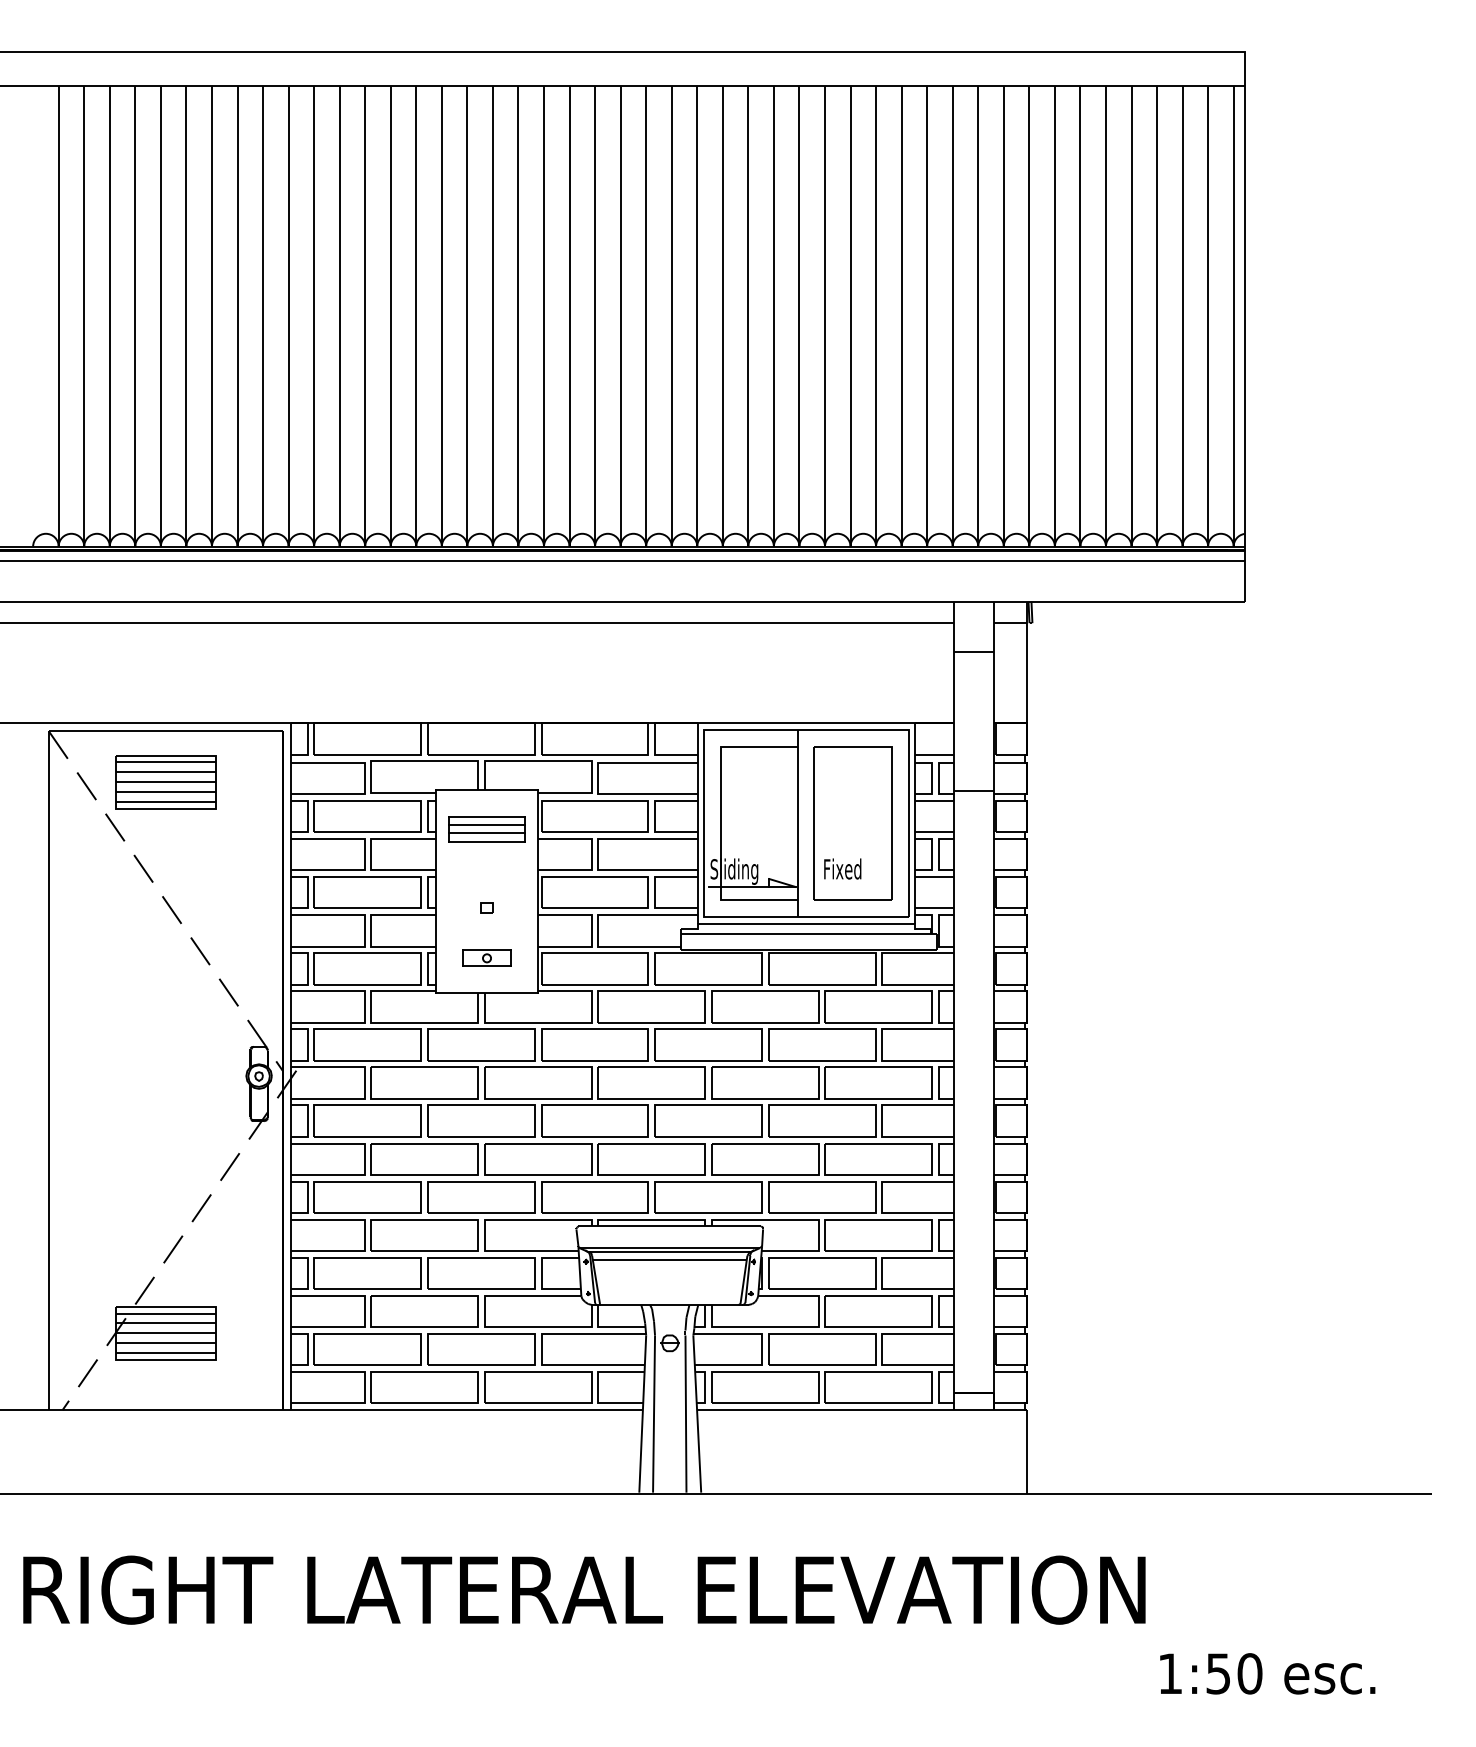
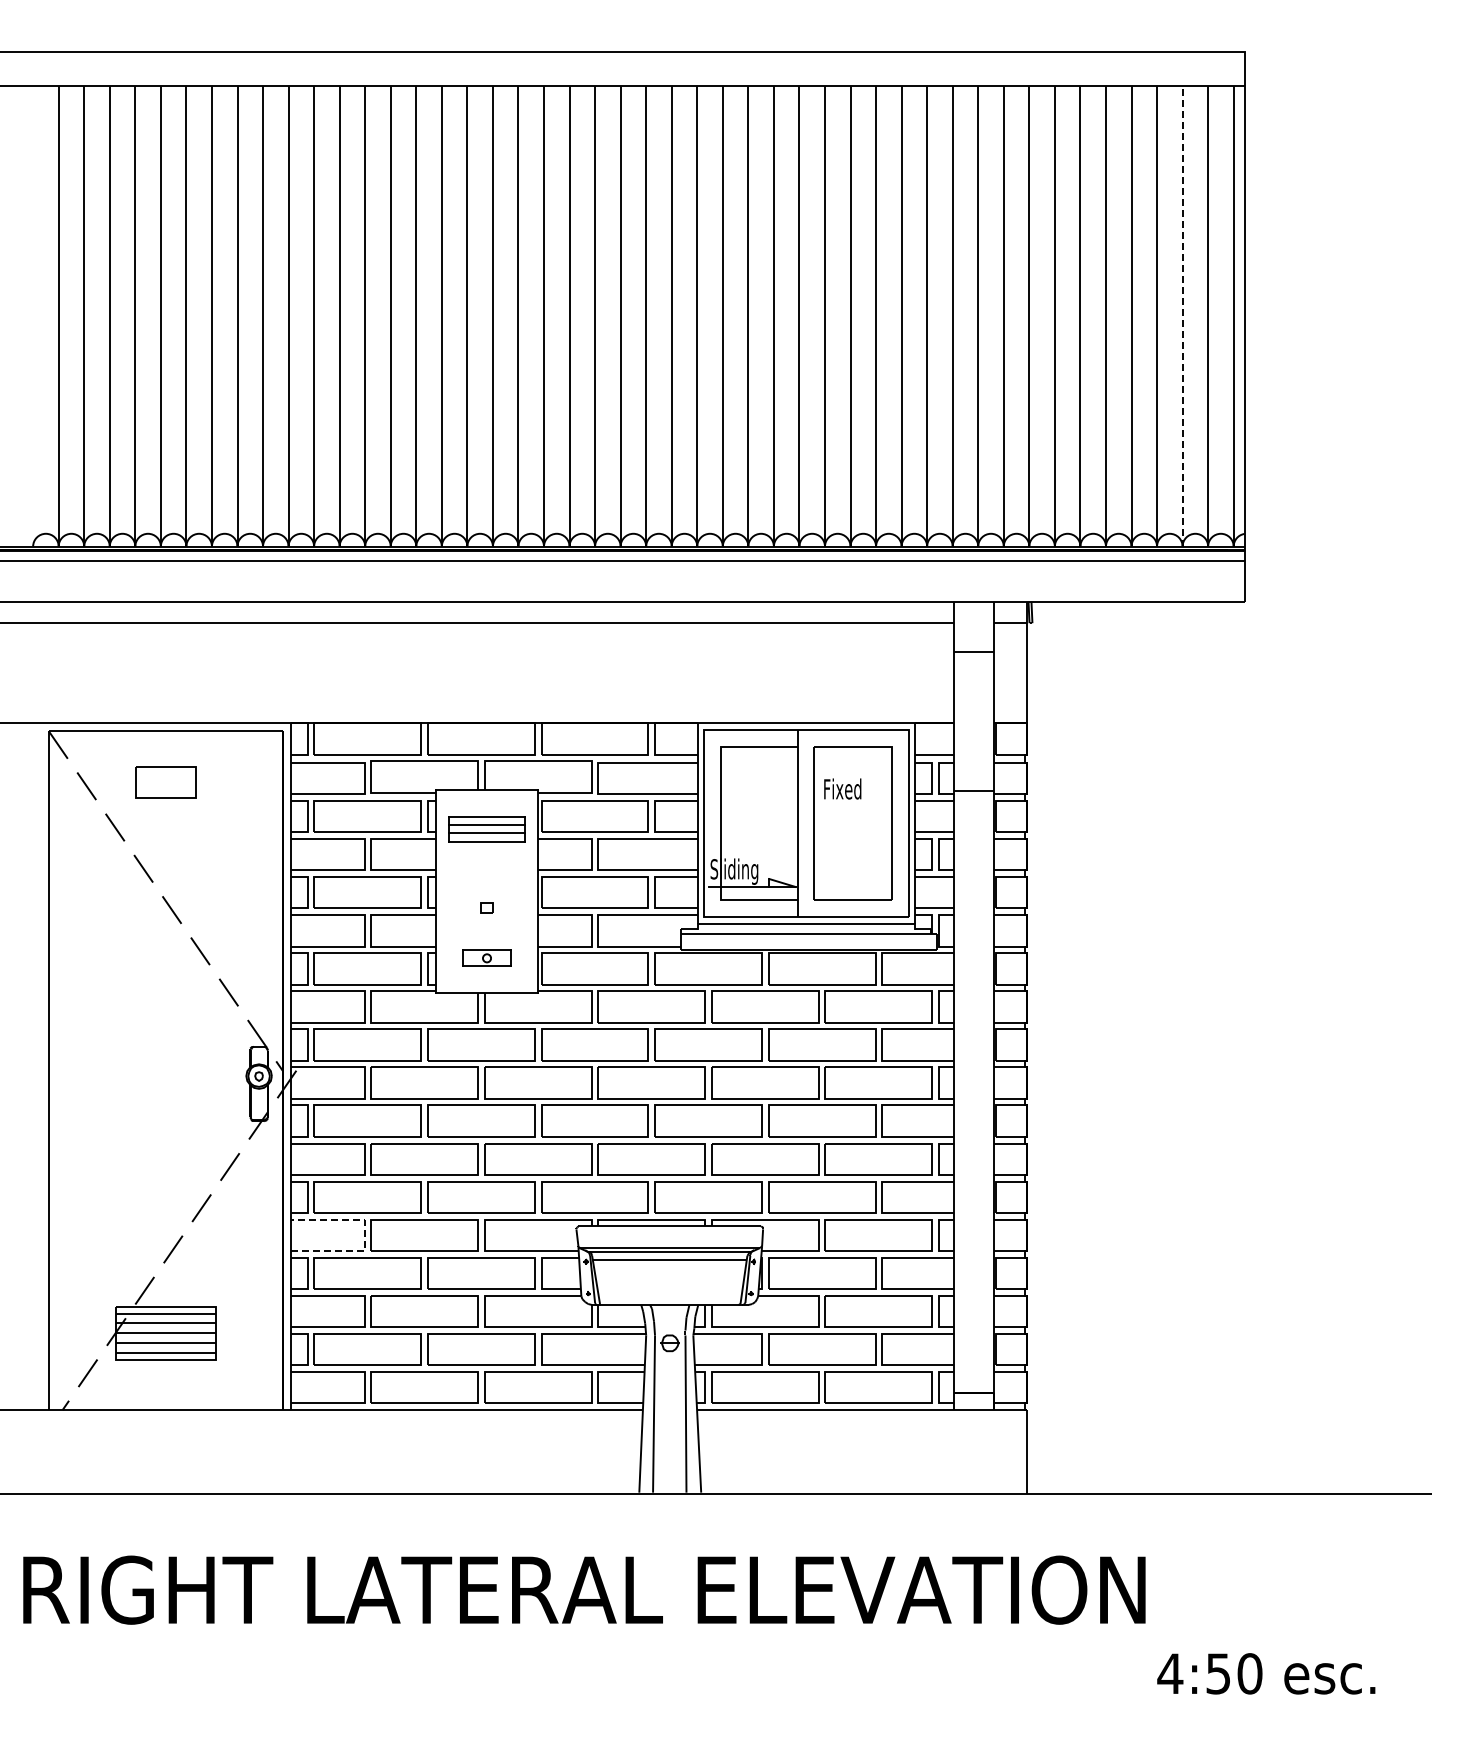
line at (1182, 315): solid -> dashed
part at (165, 782) size: 102x55 px -> 62x33 px
text at (842, 868) position: (842, 868) -> (842, 788)
line at (364, 1235): solid -> dashed
text at (1170, 1673): 1:50 -> 4:50
